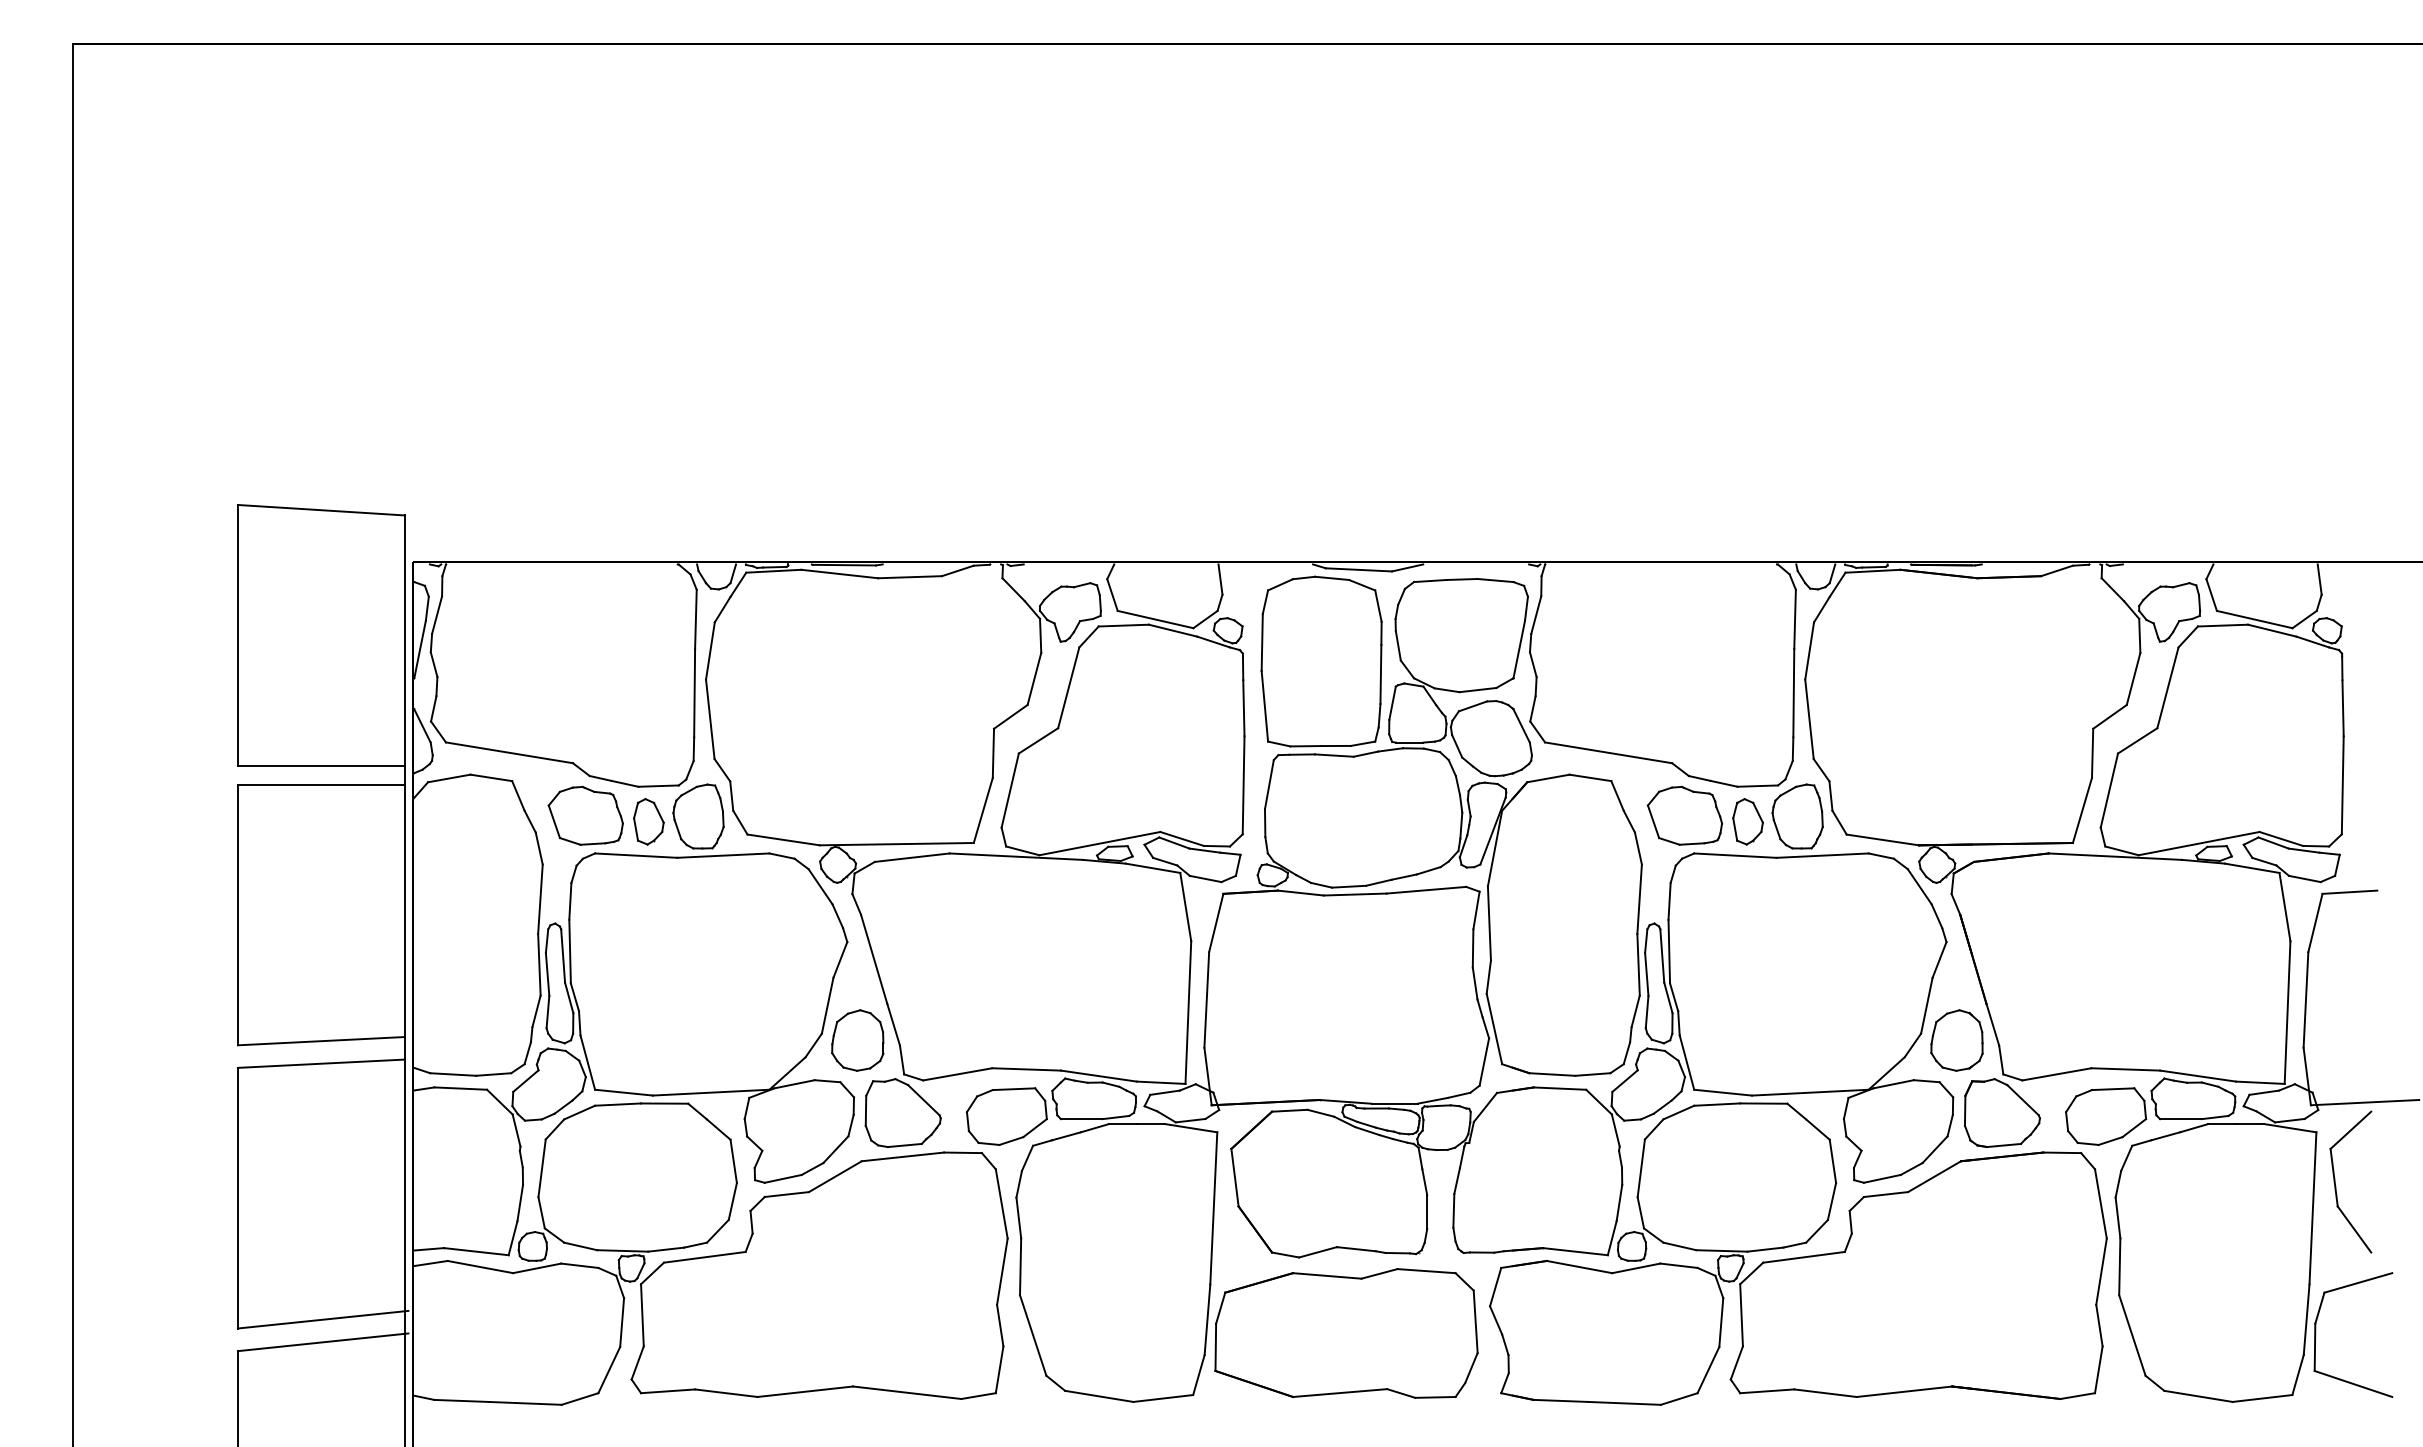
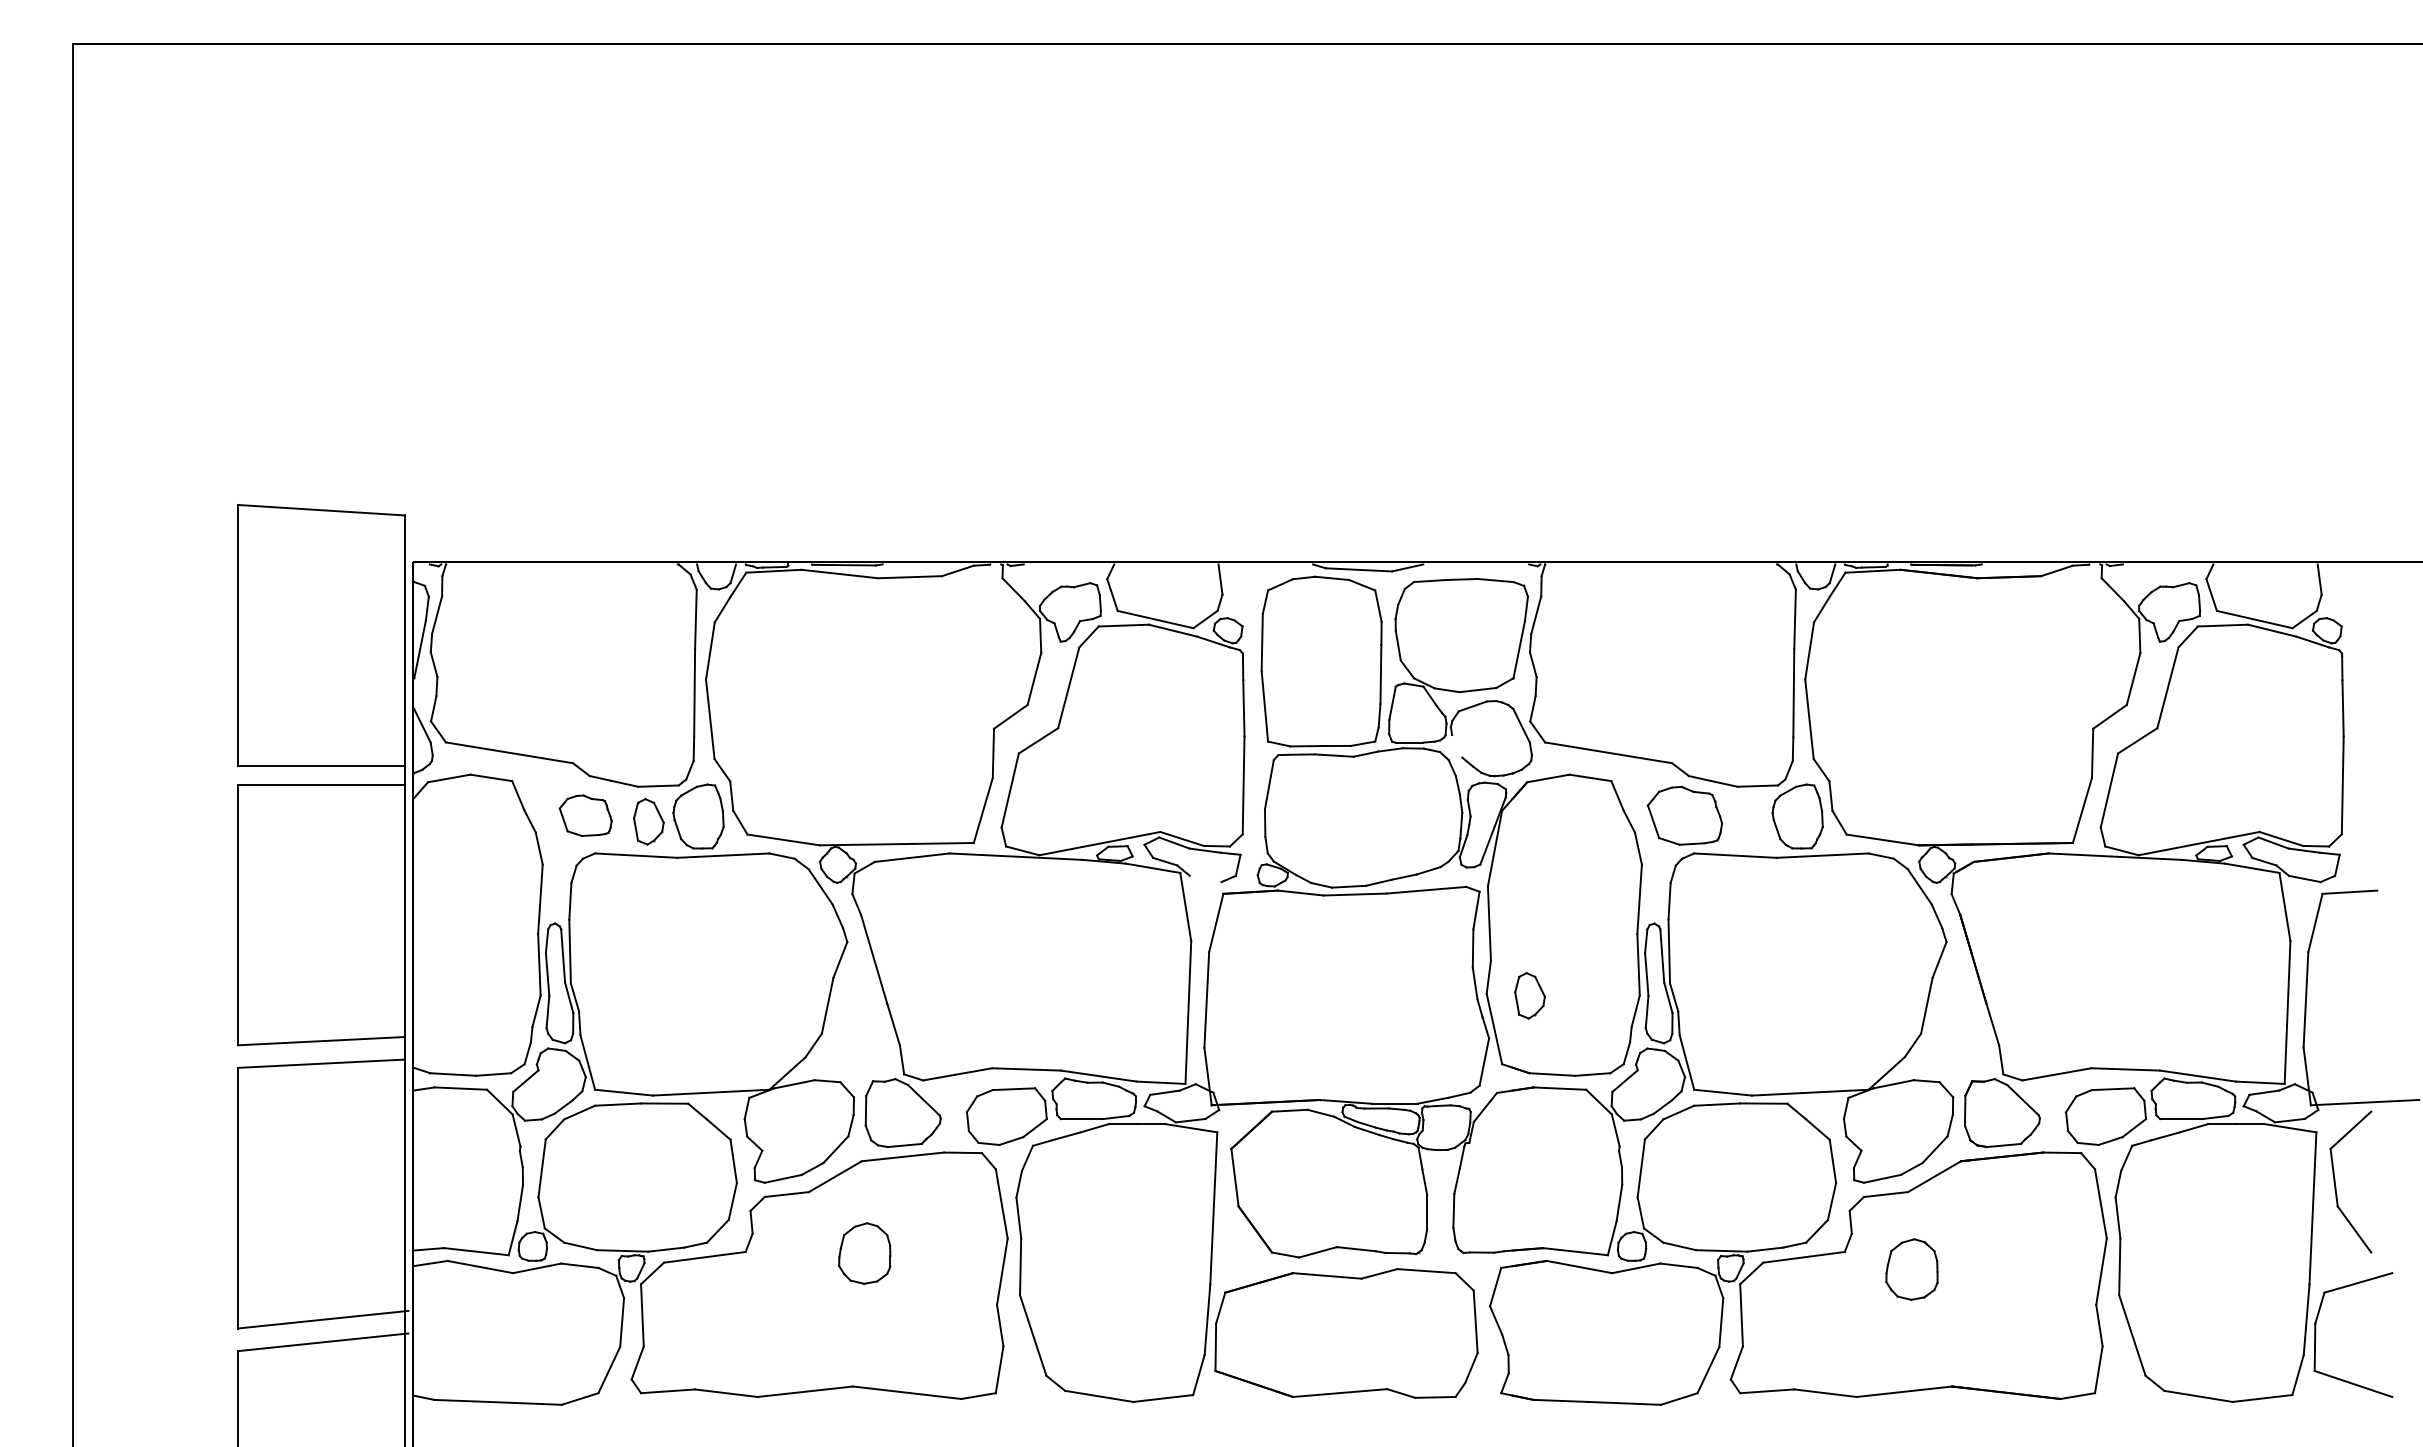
line at (1457, 746): present -> none
part at (585, 815) size: 77x61 px -> 55x43 px
part at (1747, 821) position: (1747, 821) -> (1529, 995)
line at (1205, 878): present -> none
part at (857, 1040) position: (857, 1040) -> (864, 1253)
part at (1956, 1040) position: (1956, 1040) -> (1911, 1269)
